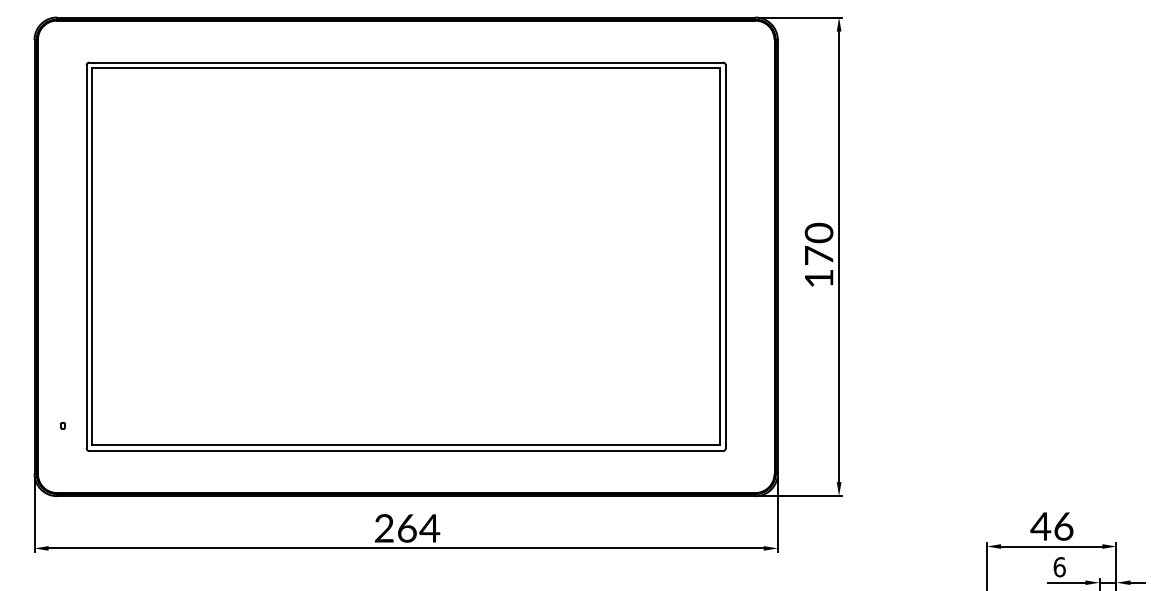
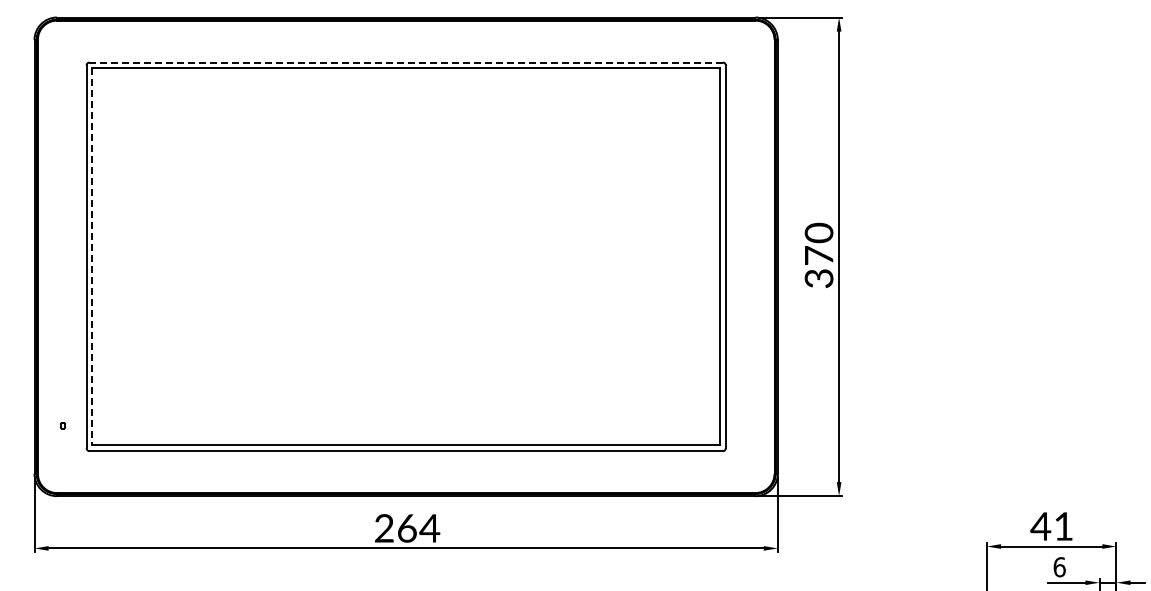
line at (406, 62): solid -> dashed
line at (92, 256): solid -> dashed
text at (818, 278): 170 -> 370
text at (1063, 526): 46 -> 41
